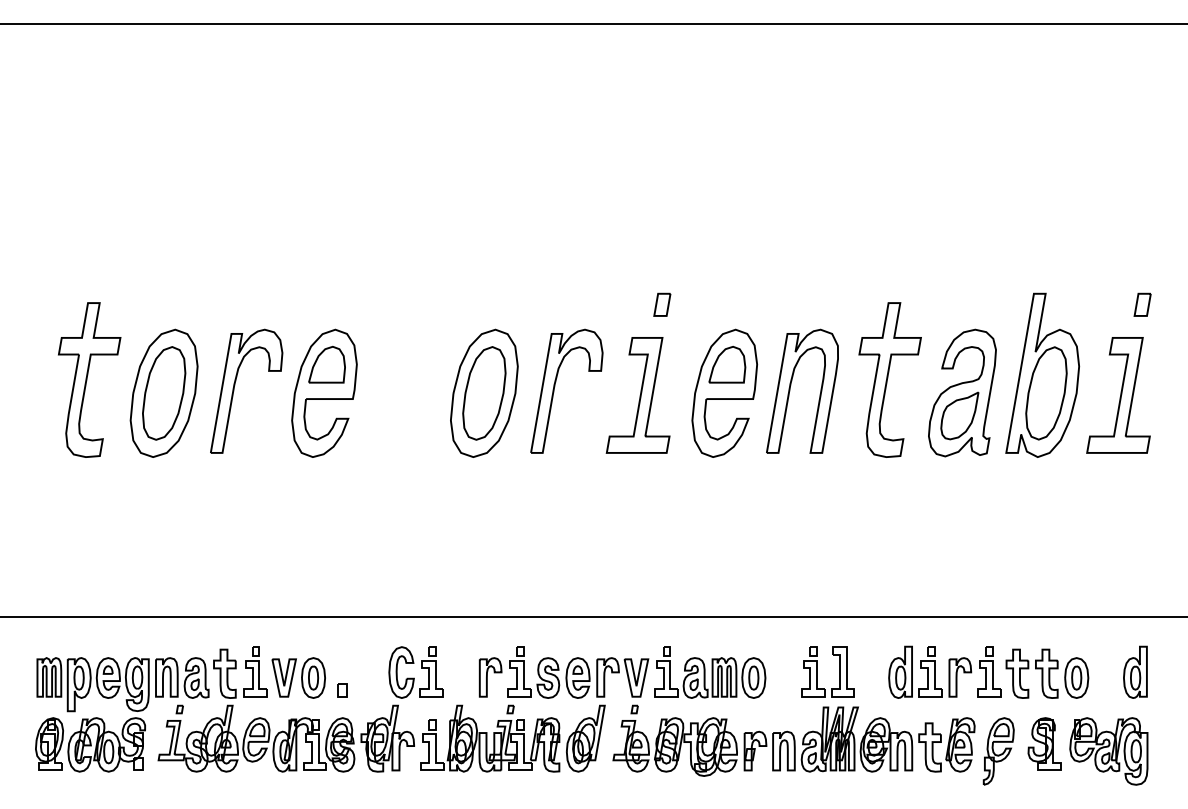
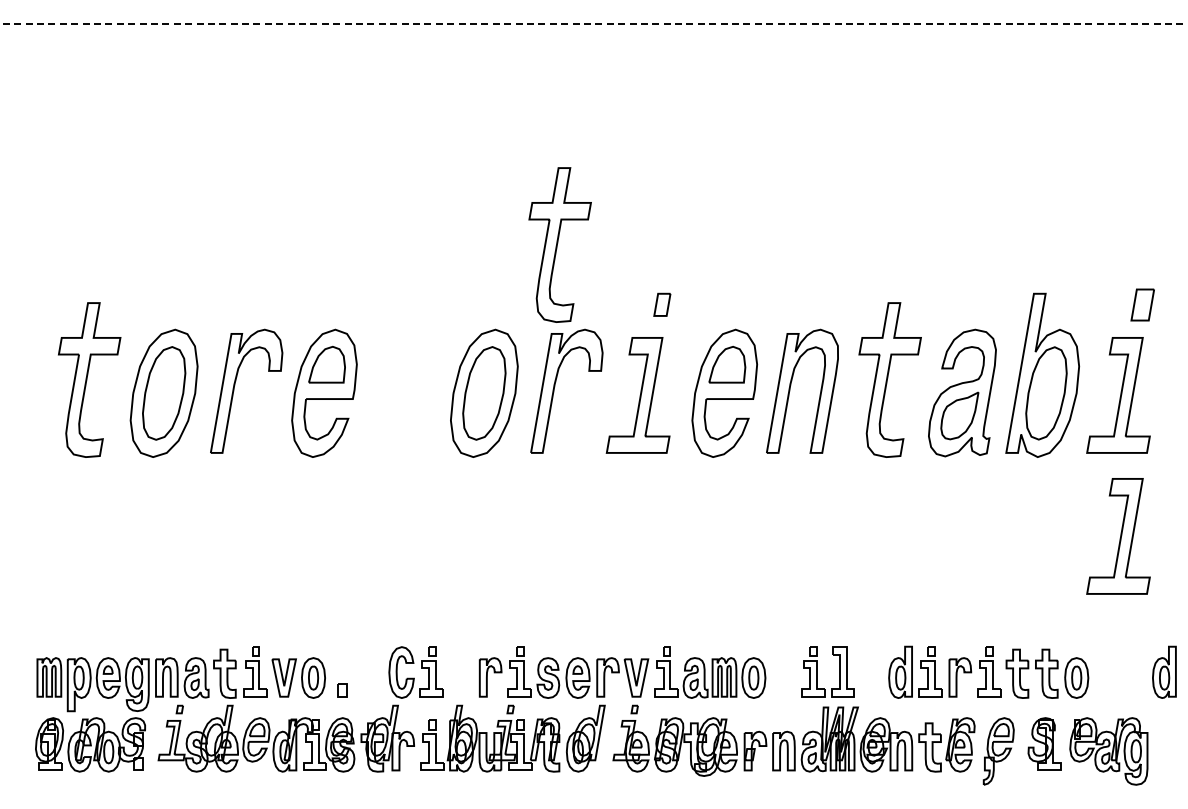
line at (594, 24): solid -> dashed
part at (559, 244): none -> present
part at (1142, 304) size: 19x25 px -> 25x34 px
part at (1118, 536): none -> present
line at (593, 617): present -> none
part at (1135, 671) position: (1135, 671) -> (1164, 671)
